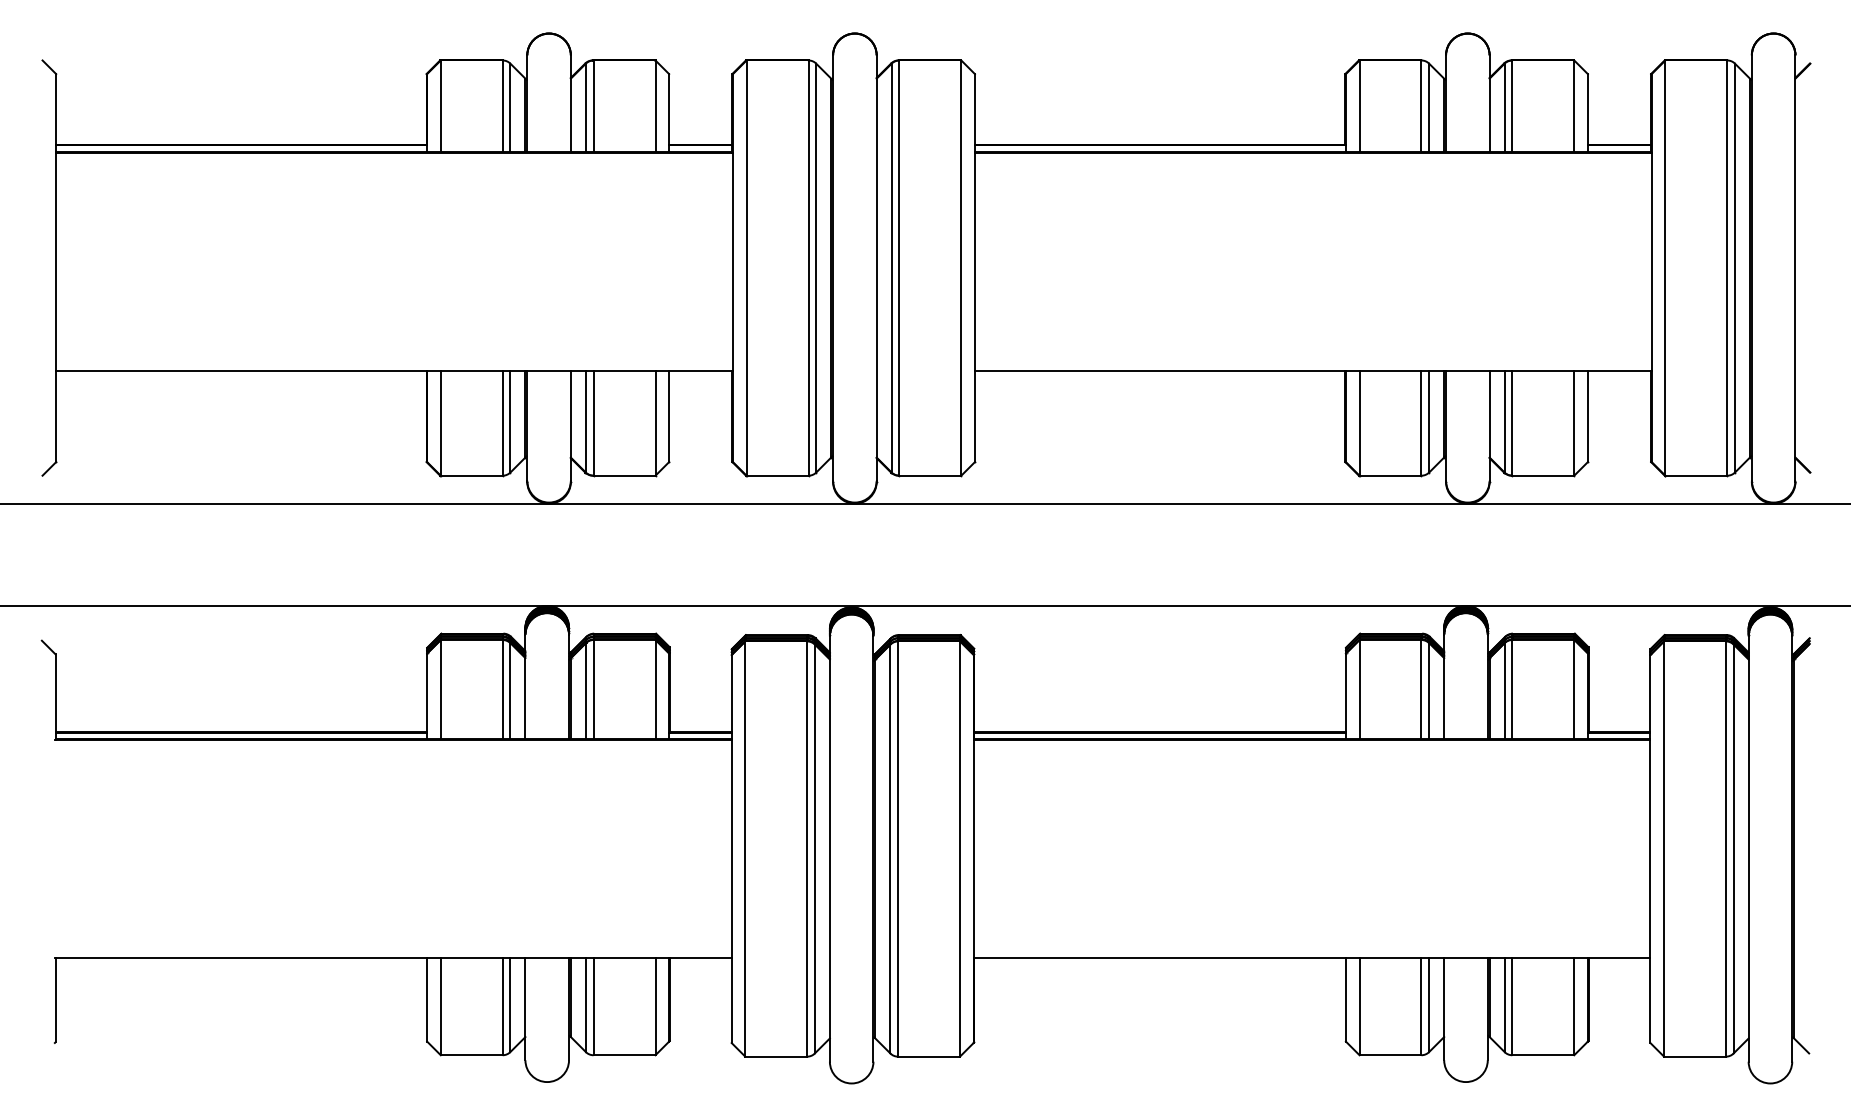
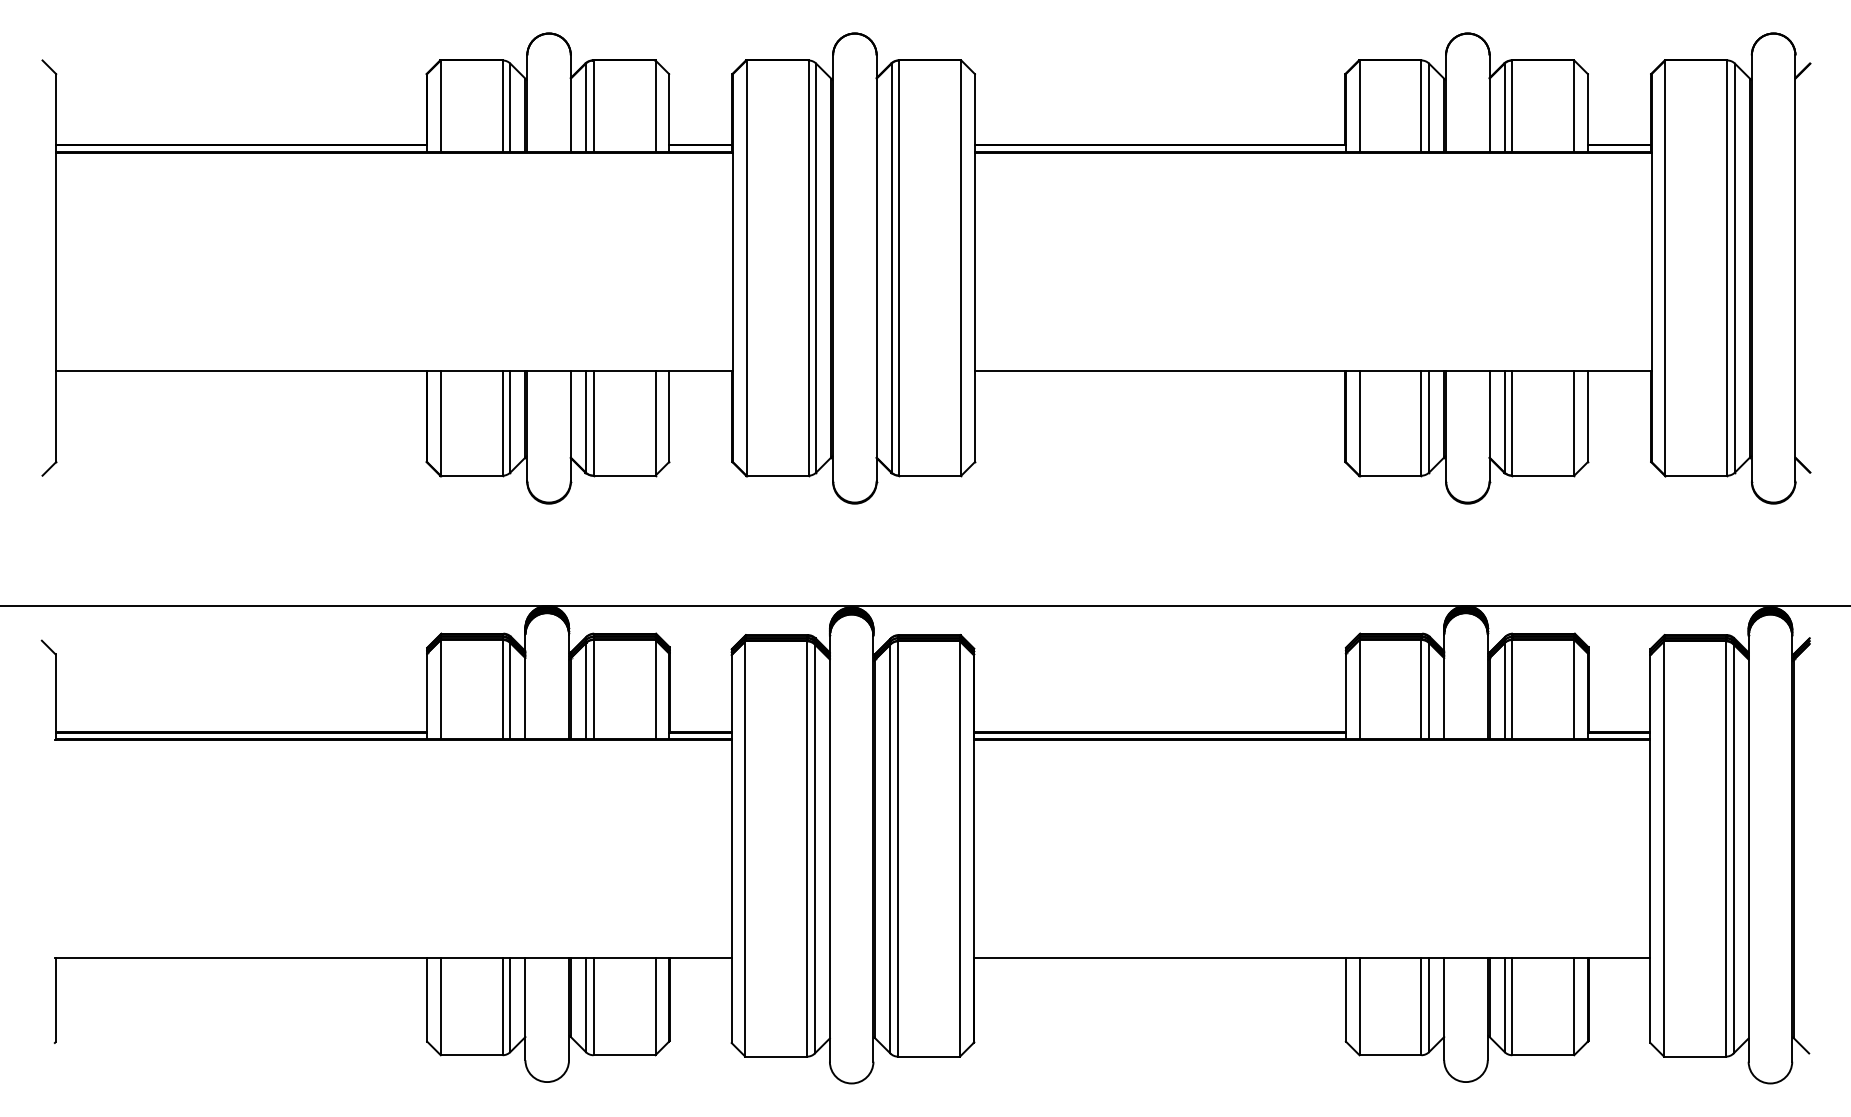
line at (924, 503): present -> none
